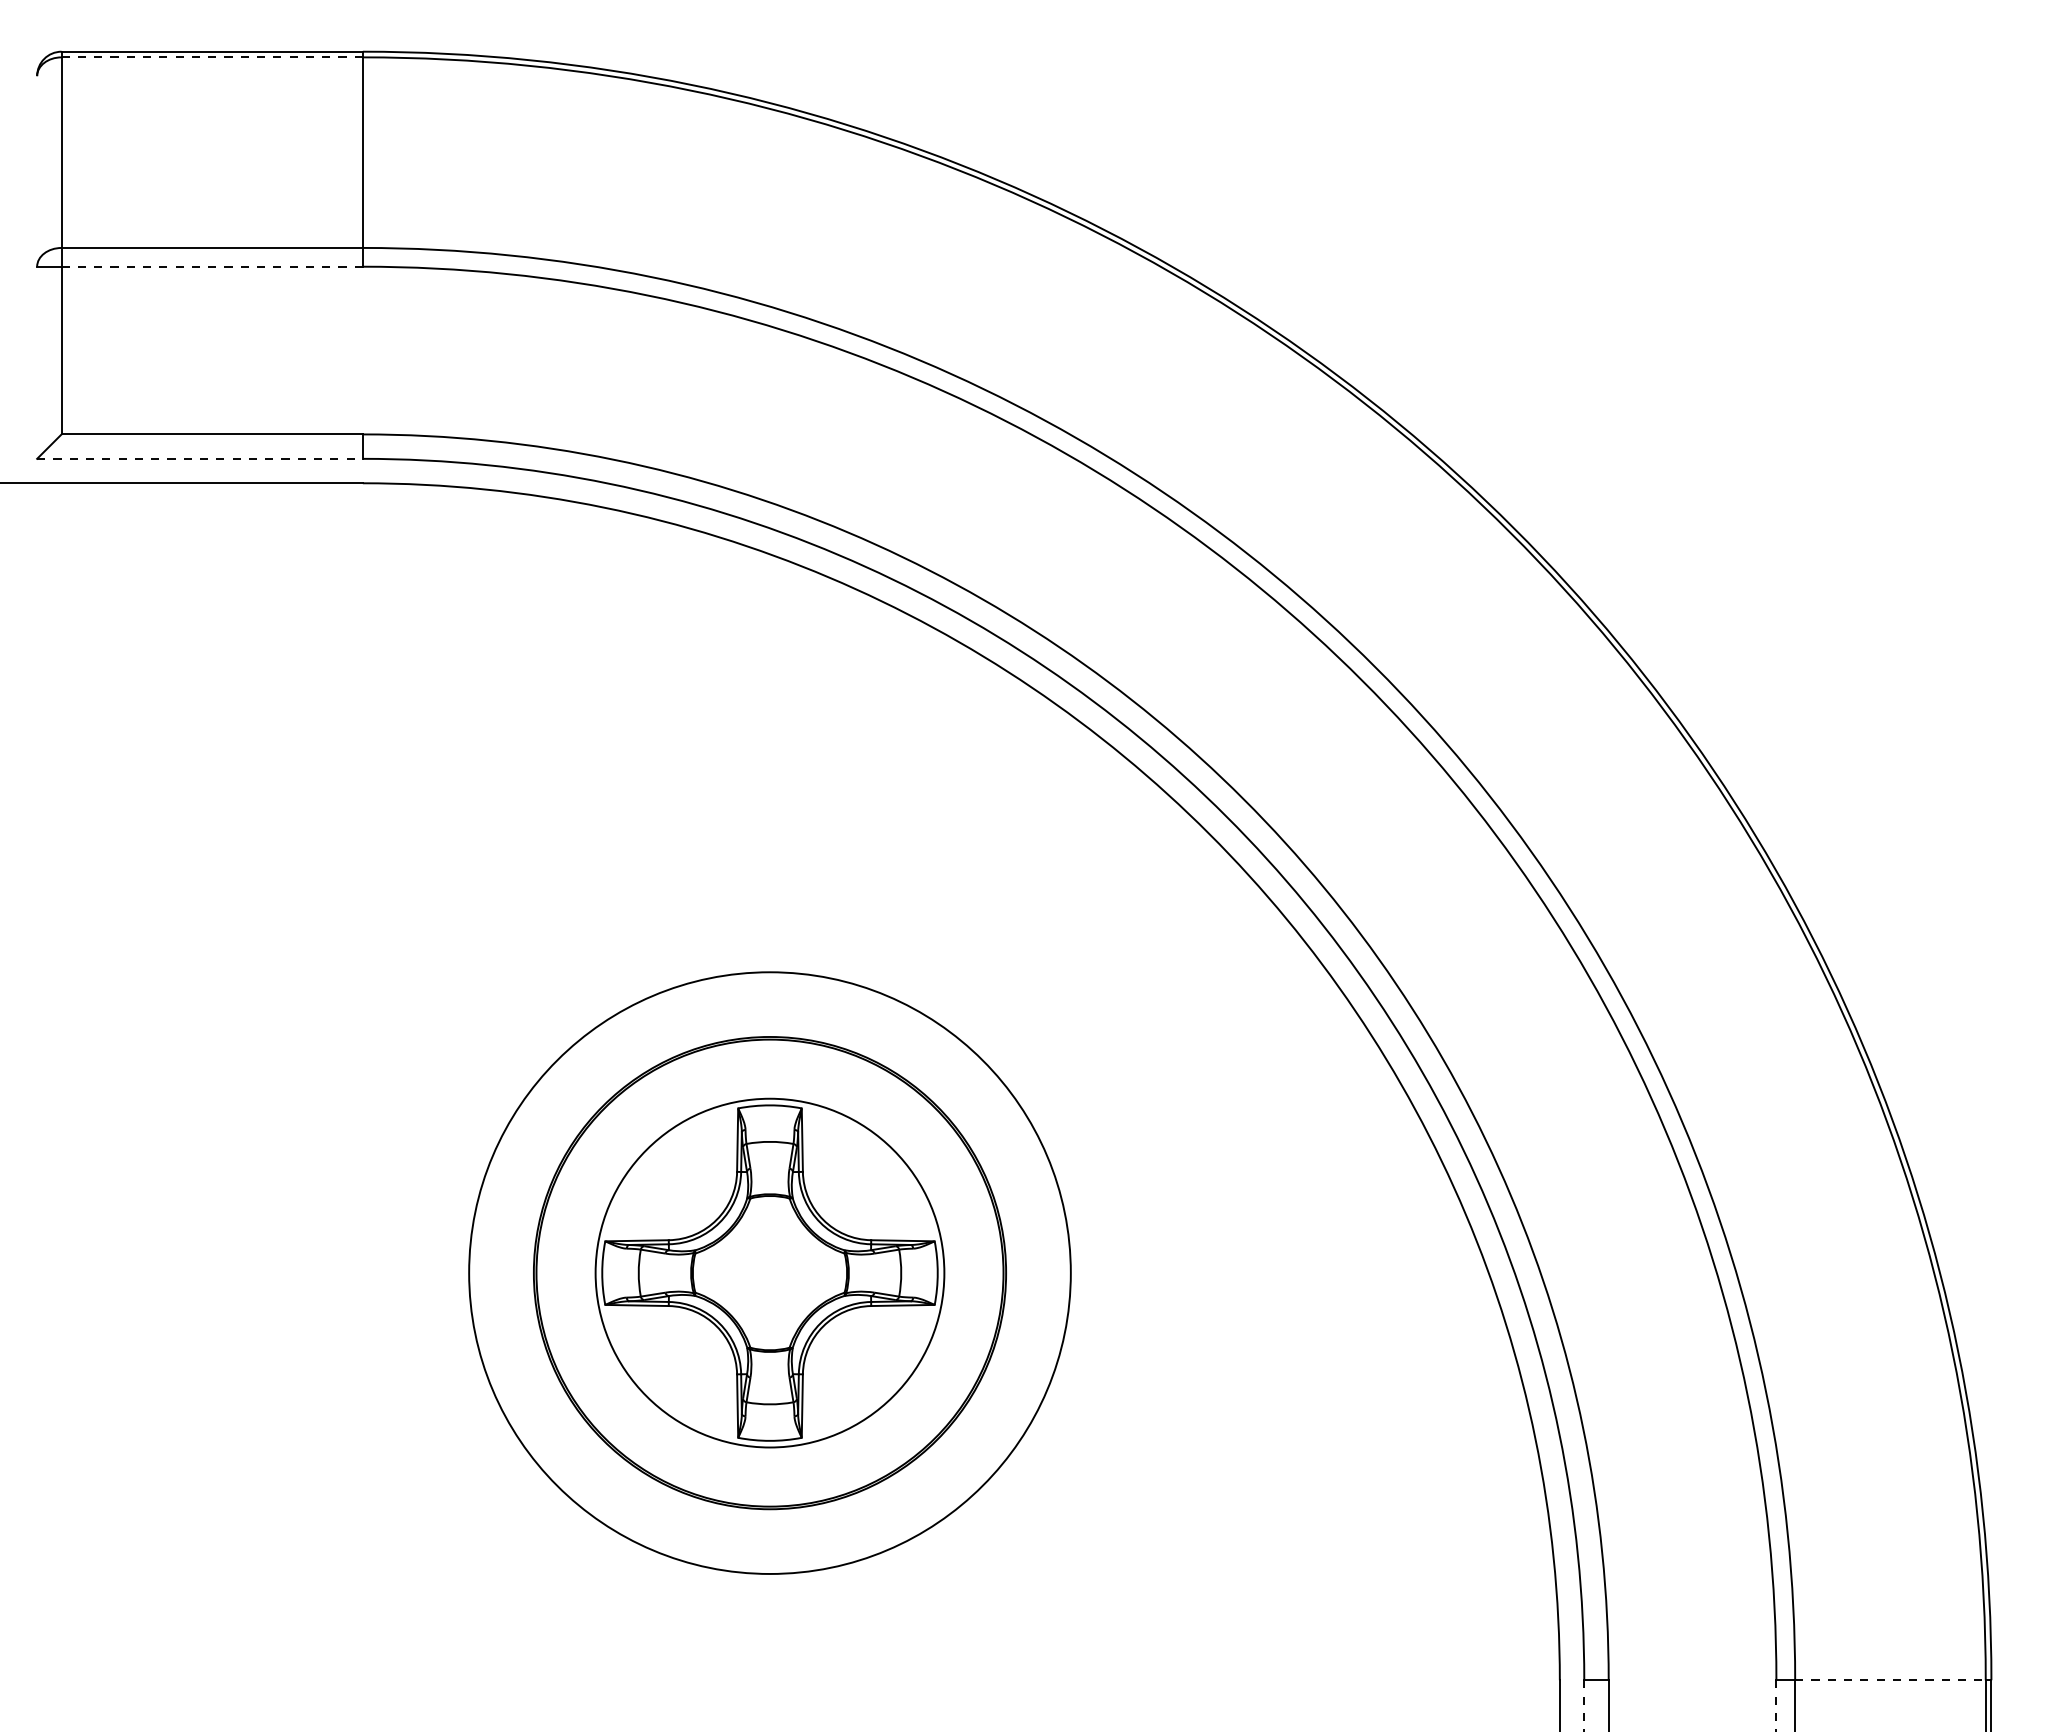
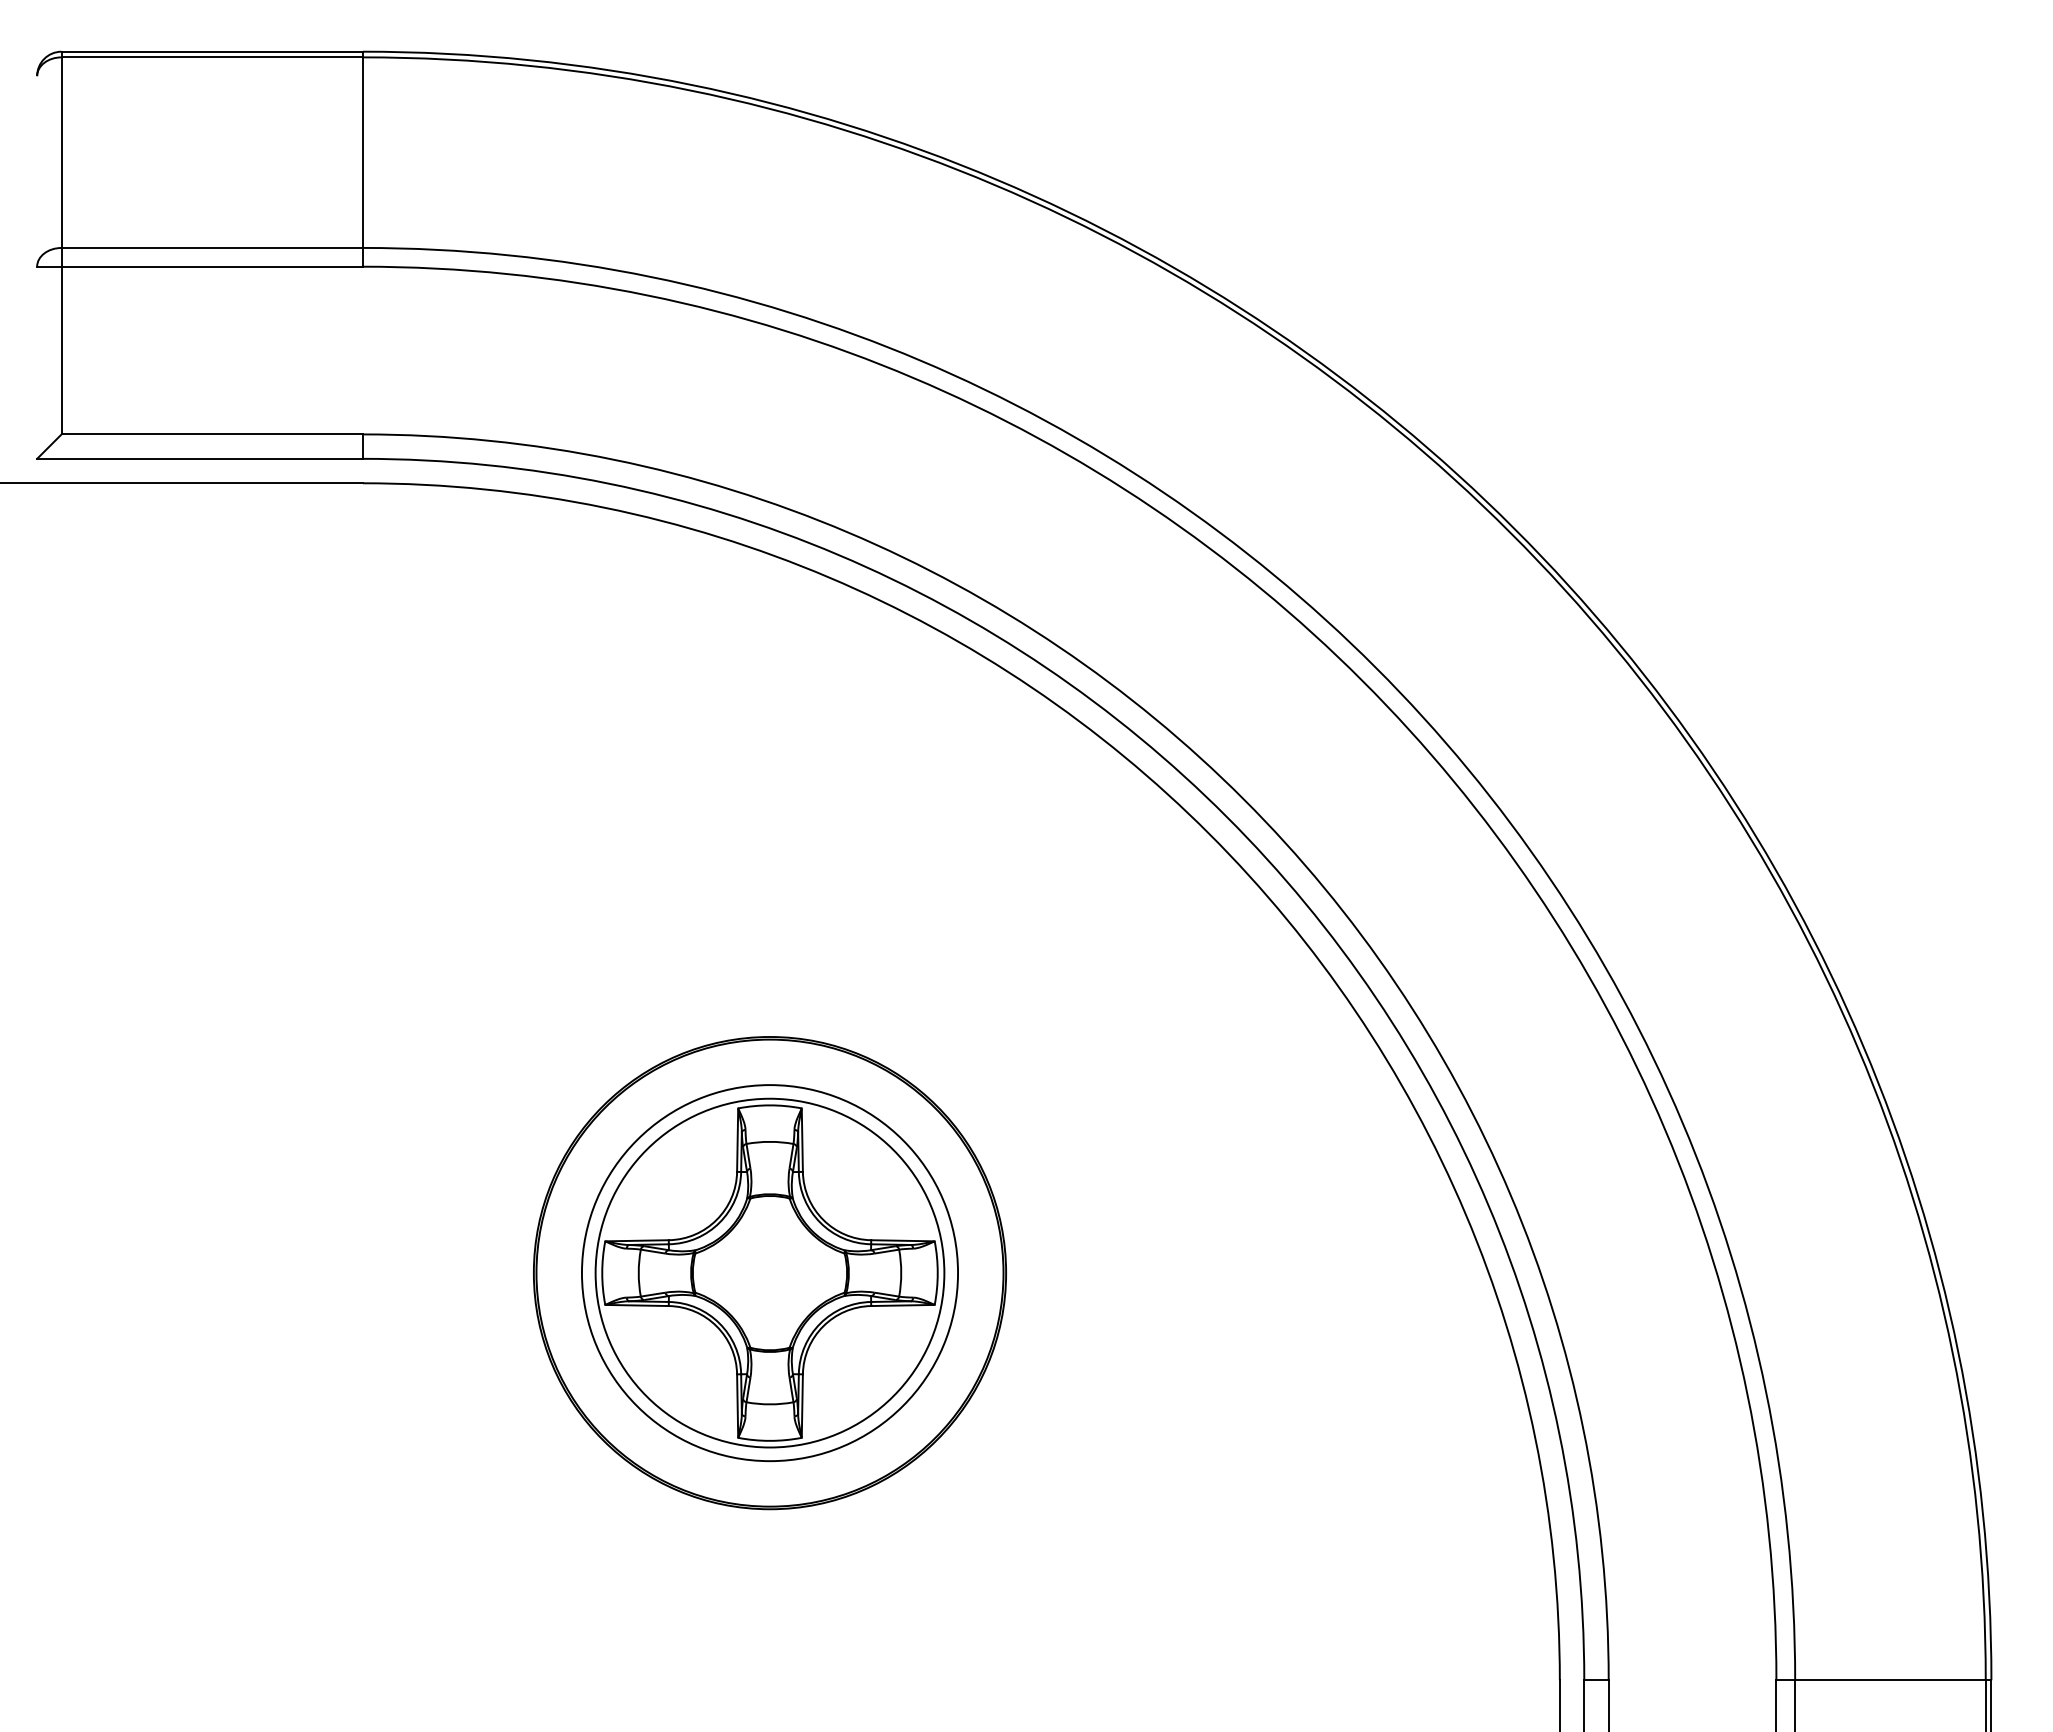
line at (212, 57): dashed -> solid
line at (212, 266): dashed -> solid
line at (200, 458): dashed -> solid
circle at (769, 1272) diameter: 602 px -> 376 px
line at (1890, 1680): dashed -> solid
line at (1584, 1706): dashed -> solid
line at (1776, 1706): dashed -> solid
